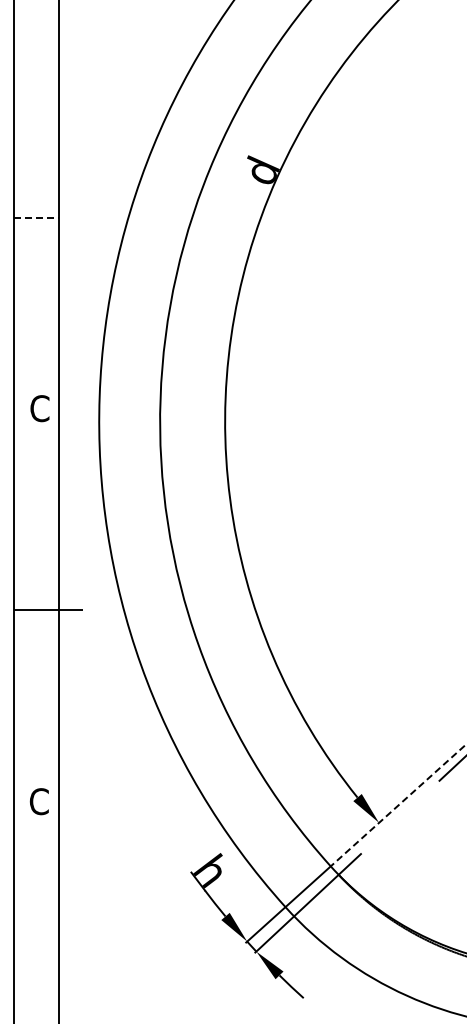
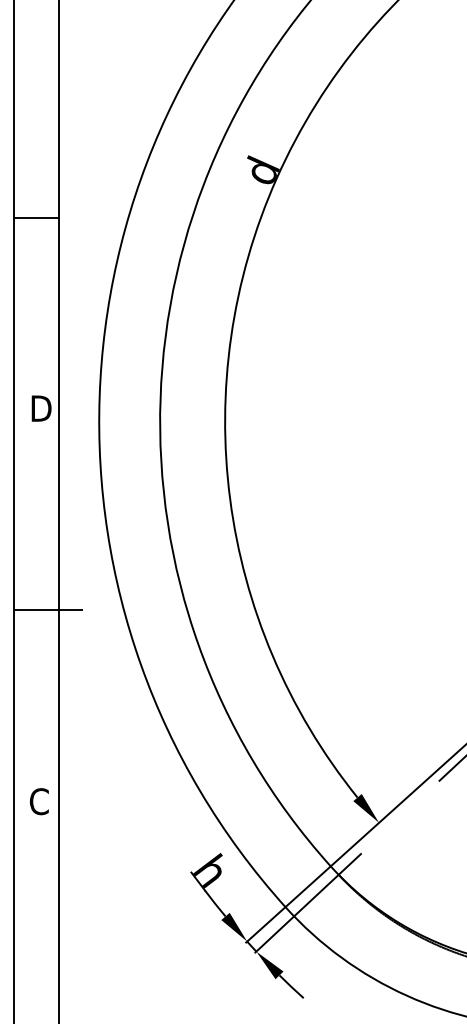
line at (36, 217): dashed -> solid
text at (40, 408): C -> D
line at (398, 805): dashed -> solid
